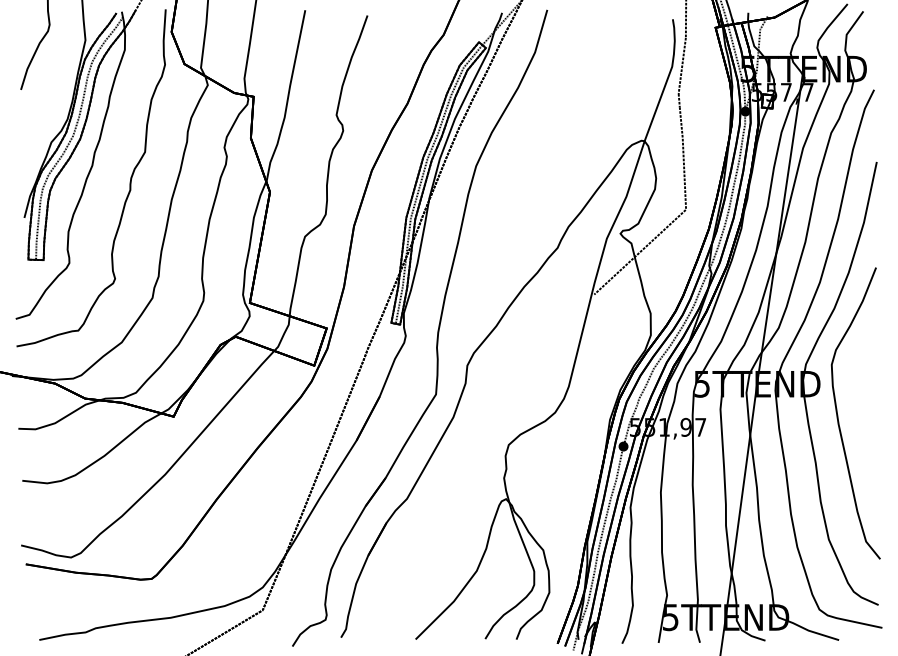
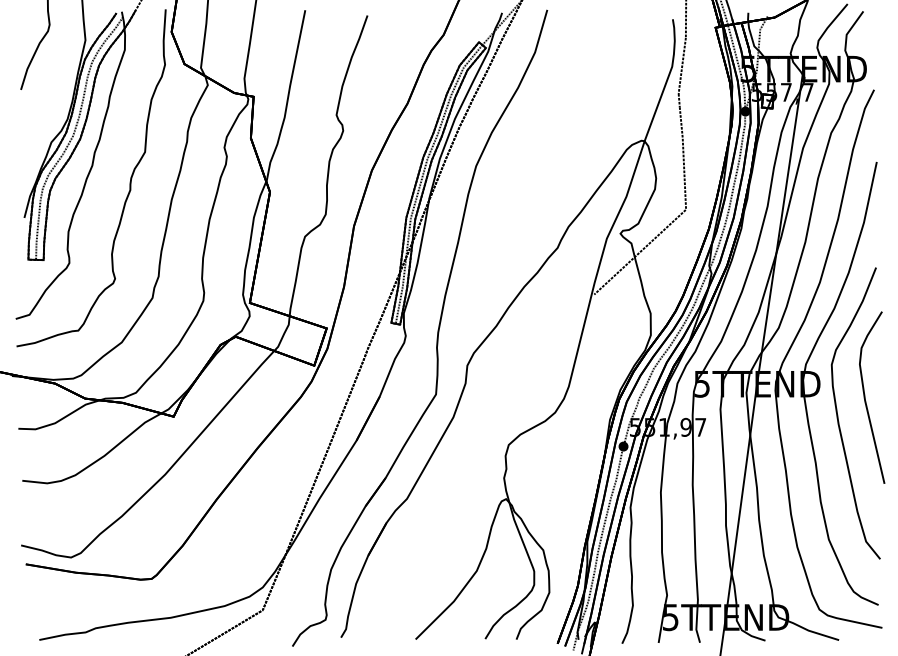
curve at (865, 397): none -> present
